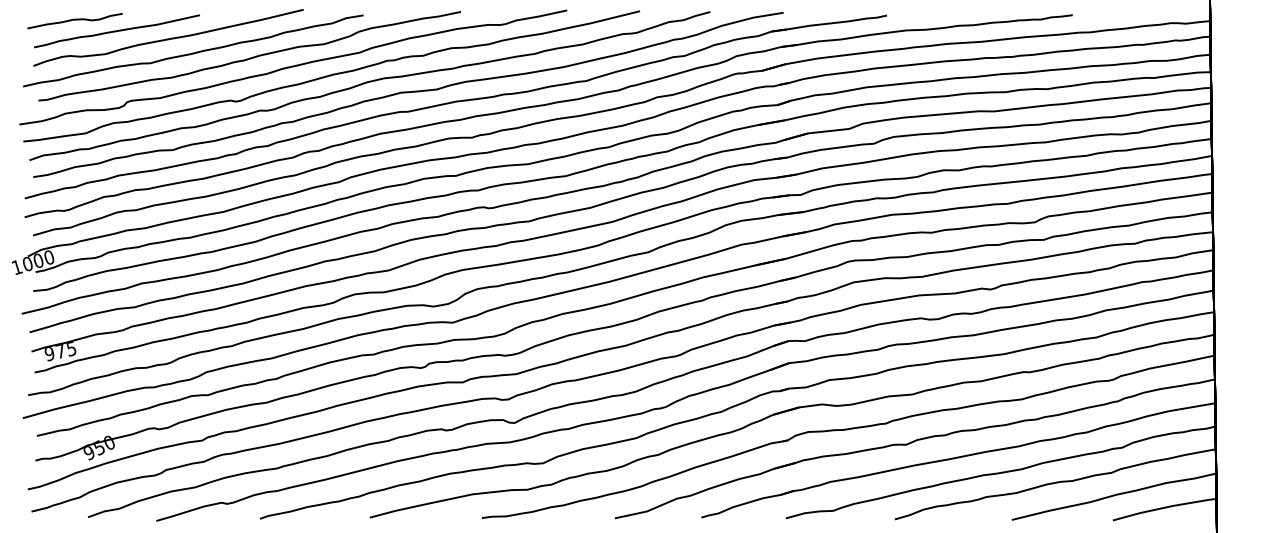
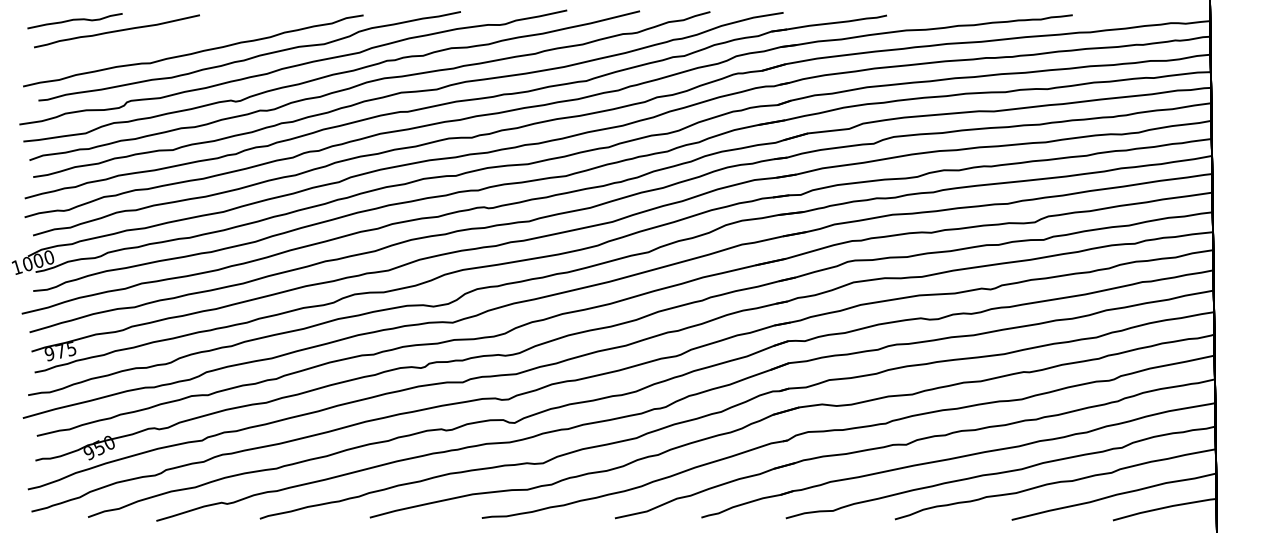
part at (168, 37): present -> none
